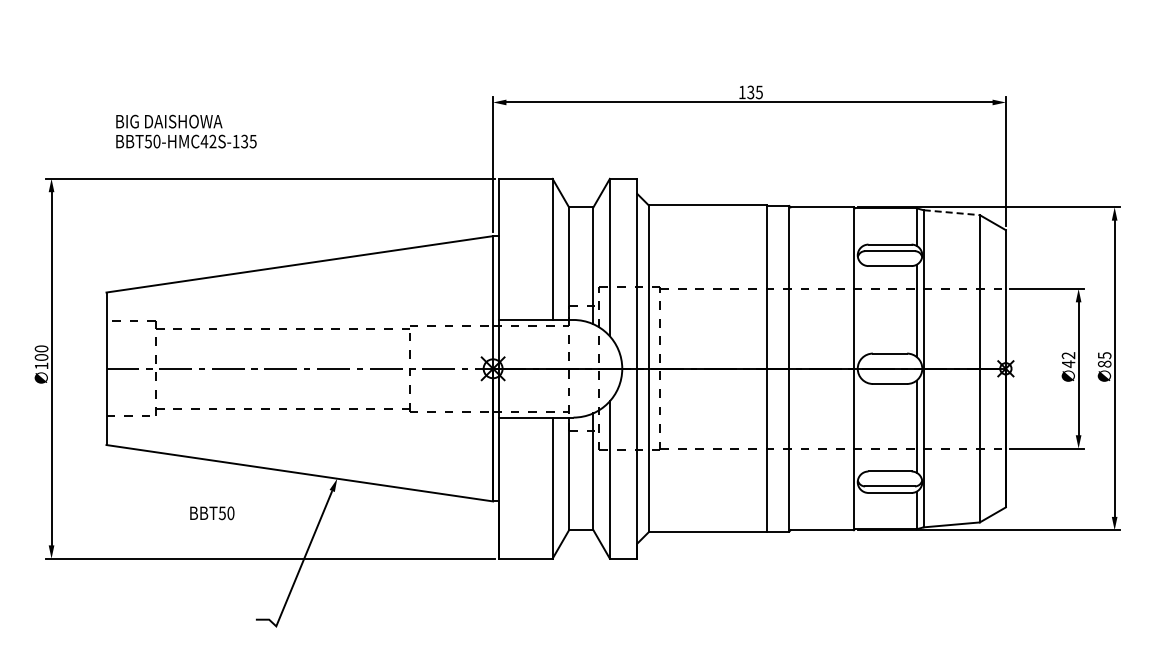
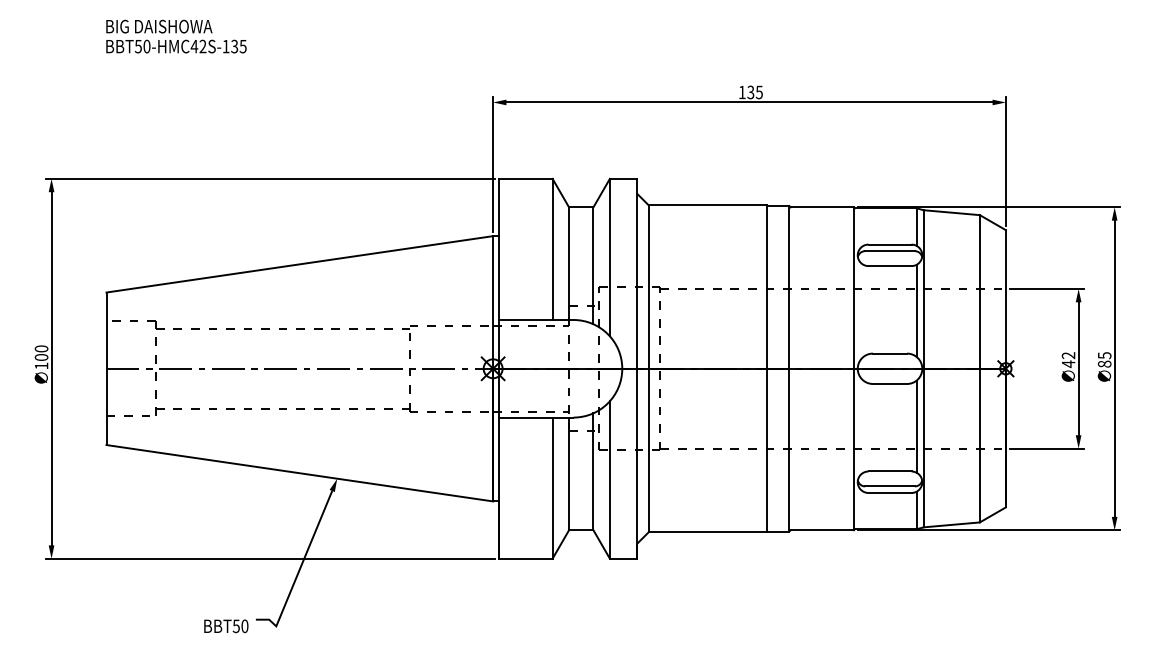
text at (186, 131) position: (186, 131) -> (176, 36)
line at (952, 212): dashed -> solid
text at (212, 513) position: (212, 513) -> (226, 626)
